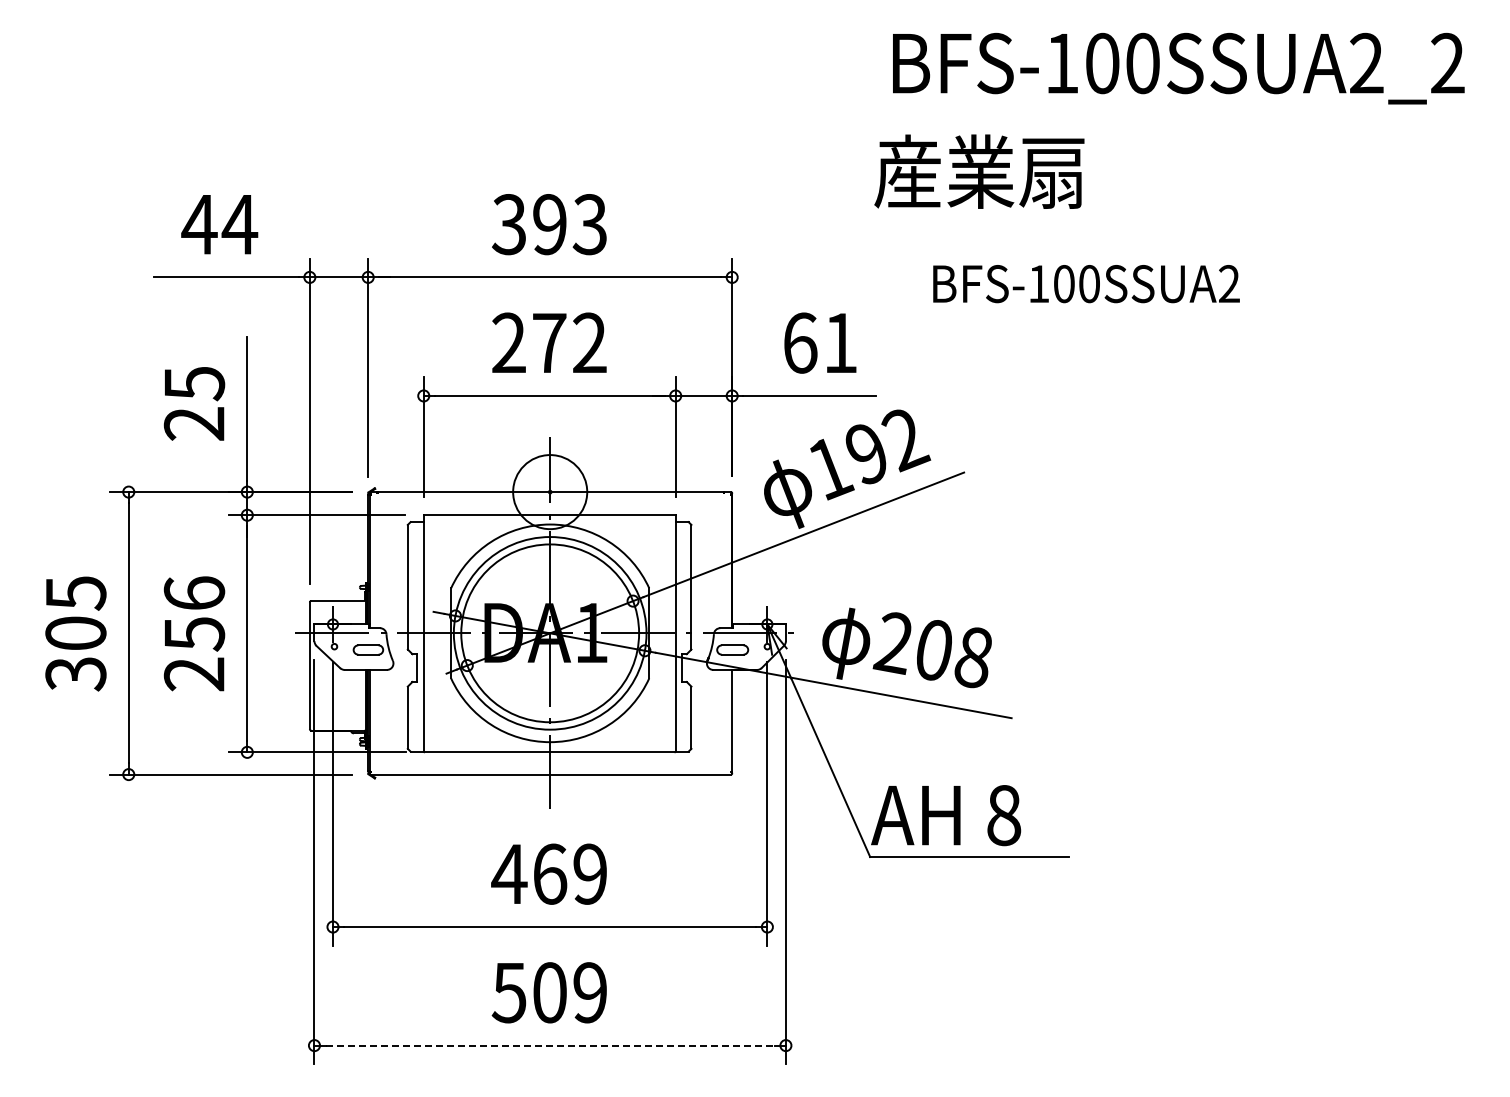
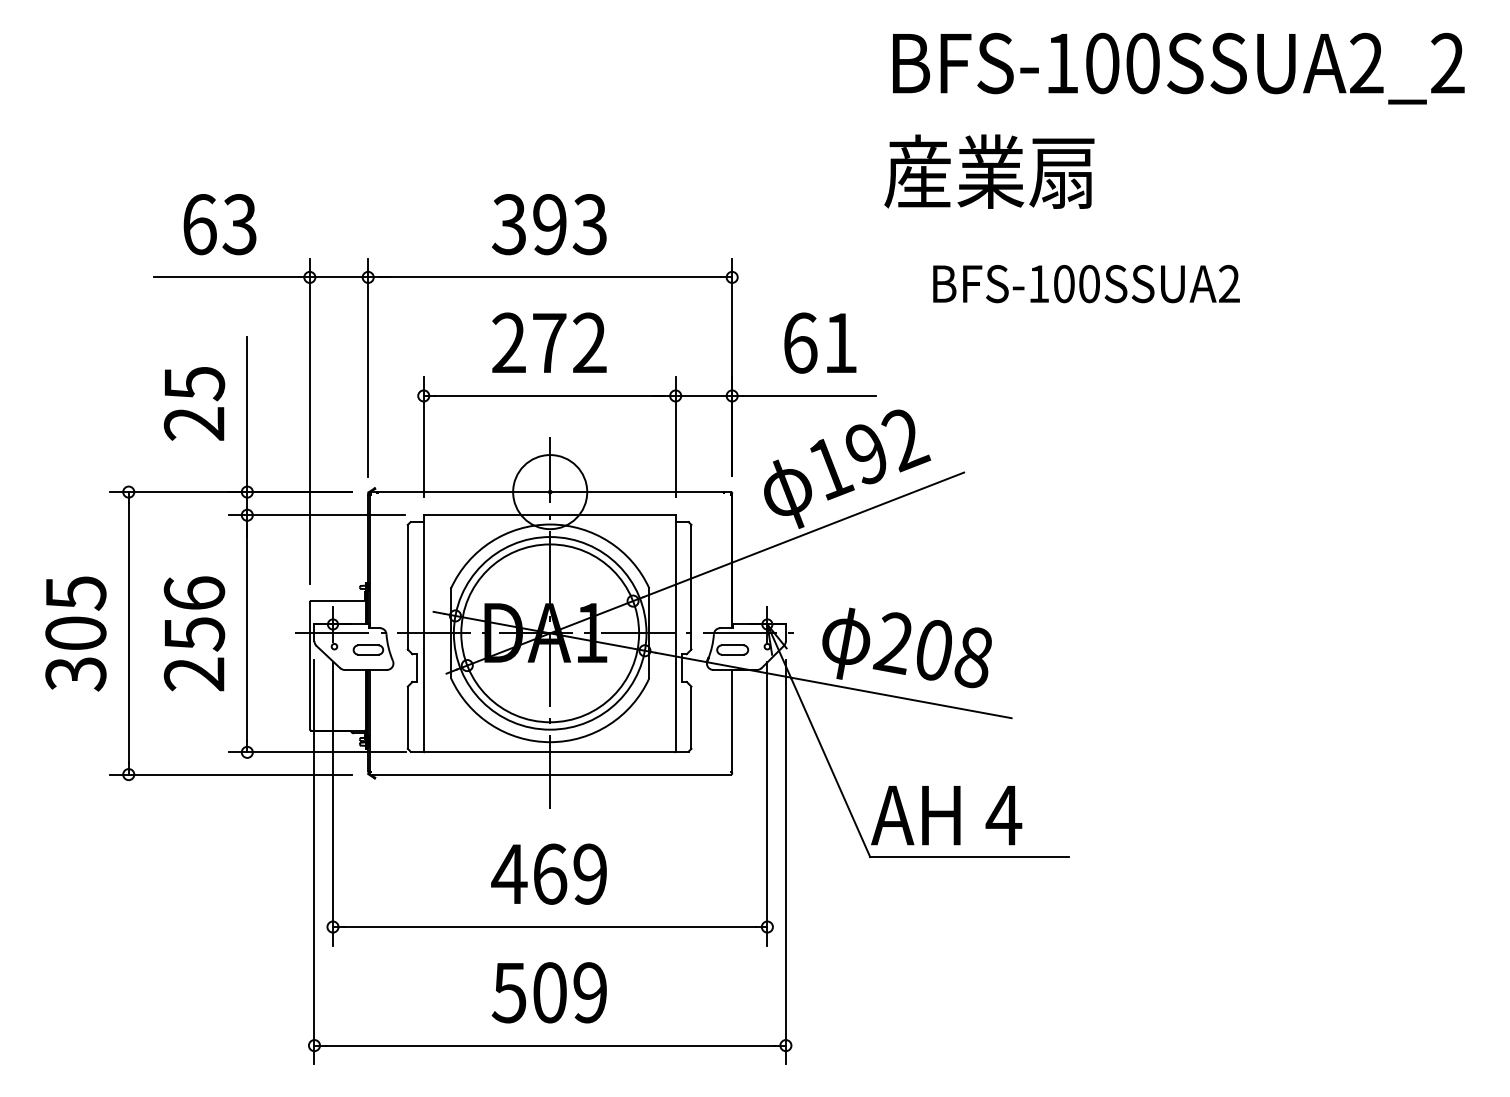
text at (979, 171) position: (979, 171) -> (989, 171)
text at (219, 224): 44 -> 63
text at (1003, 815): 8 -> 4
line at (550, 1045): dashed -> solid
